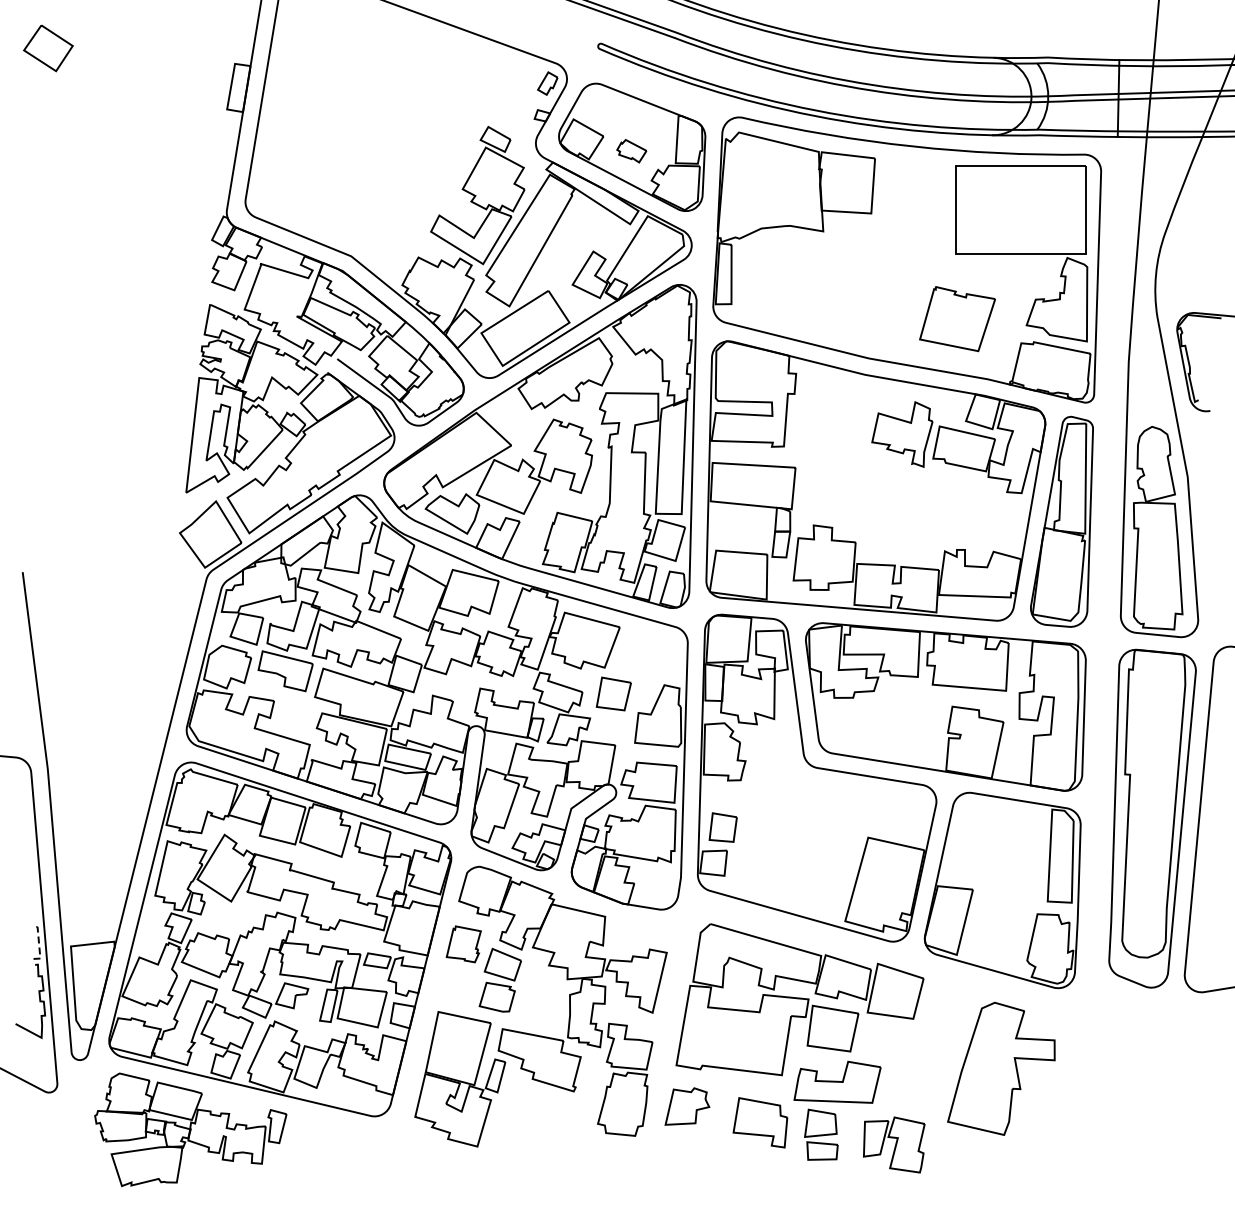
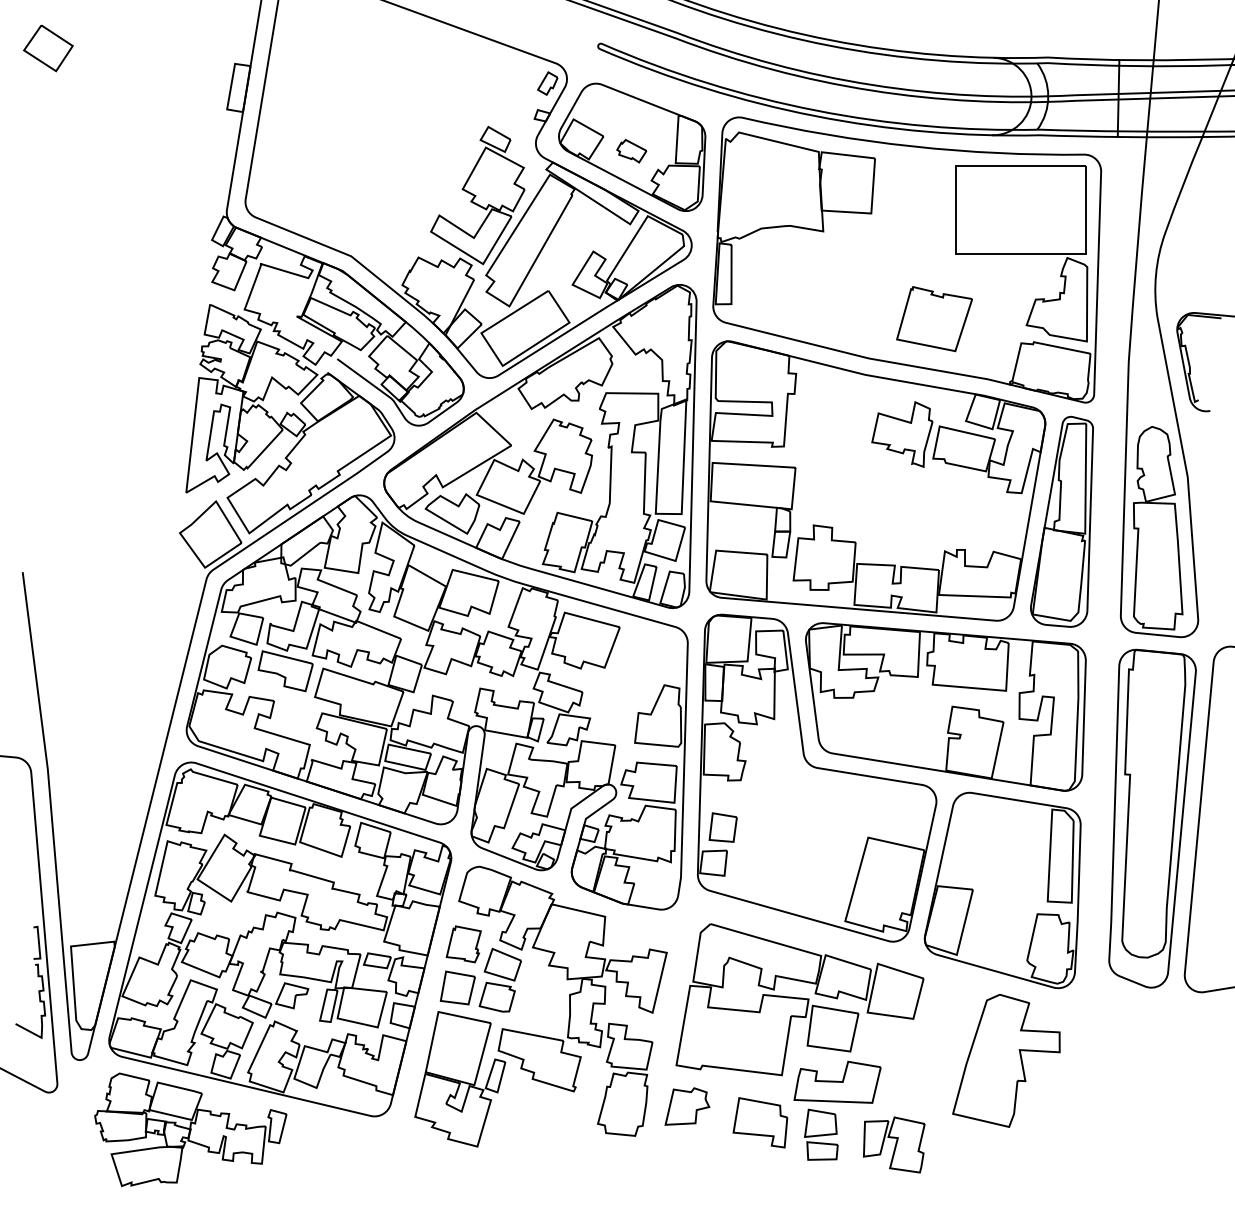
part at (957, 319) position: (957, 319) -> (934, 319)
part at (613, 693) position: (613, 693) -> (457, 987)
line at (39, 943): dashed -> solid
part at (1001, 1068) position: (1001, 1068) -> (1006, 1060)
